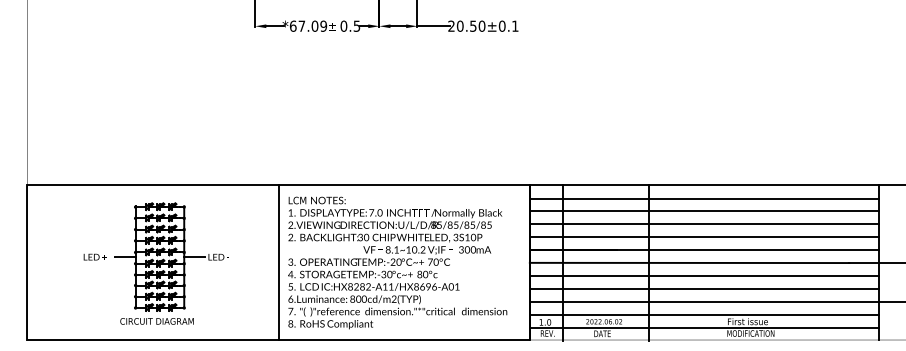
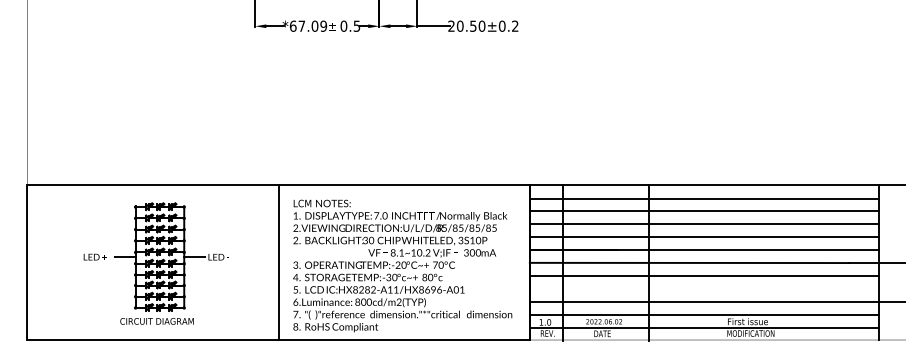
text at (515, 25): 20.50±0.1 -> 20.50±0.2
text at (397, 262) position: (397, 262) -> (402, 265)
line at (703, 288): present -> none
